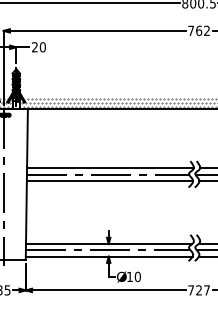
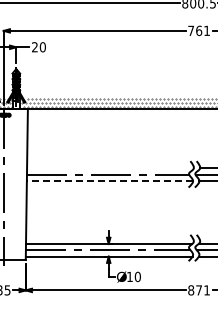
text at (206, 30): 762 -> 761
line at (110, 168): present -> none
line at (109, 180): solid -> dashed
text at (198, 290): 727 -> 871
